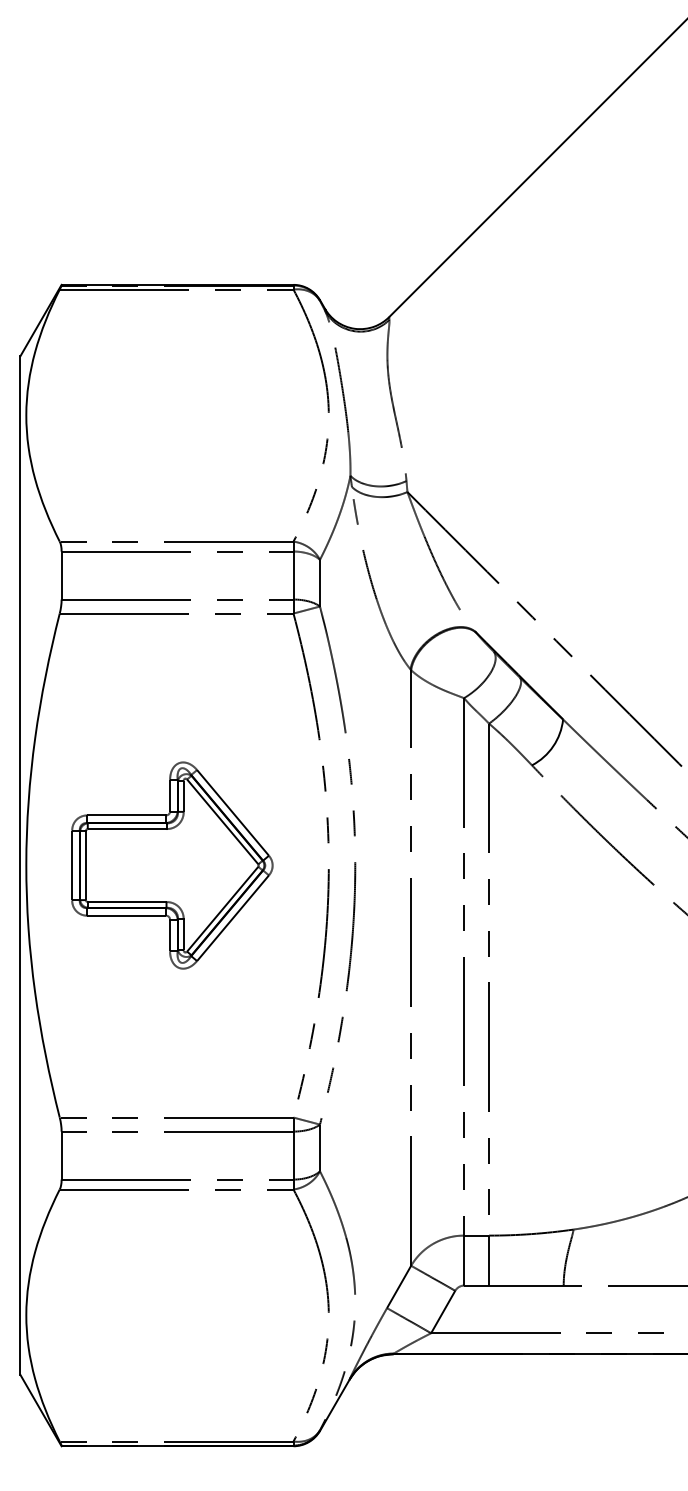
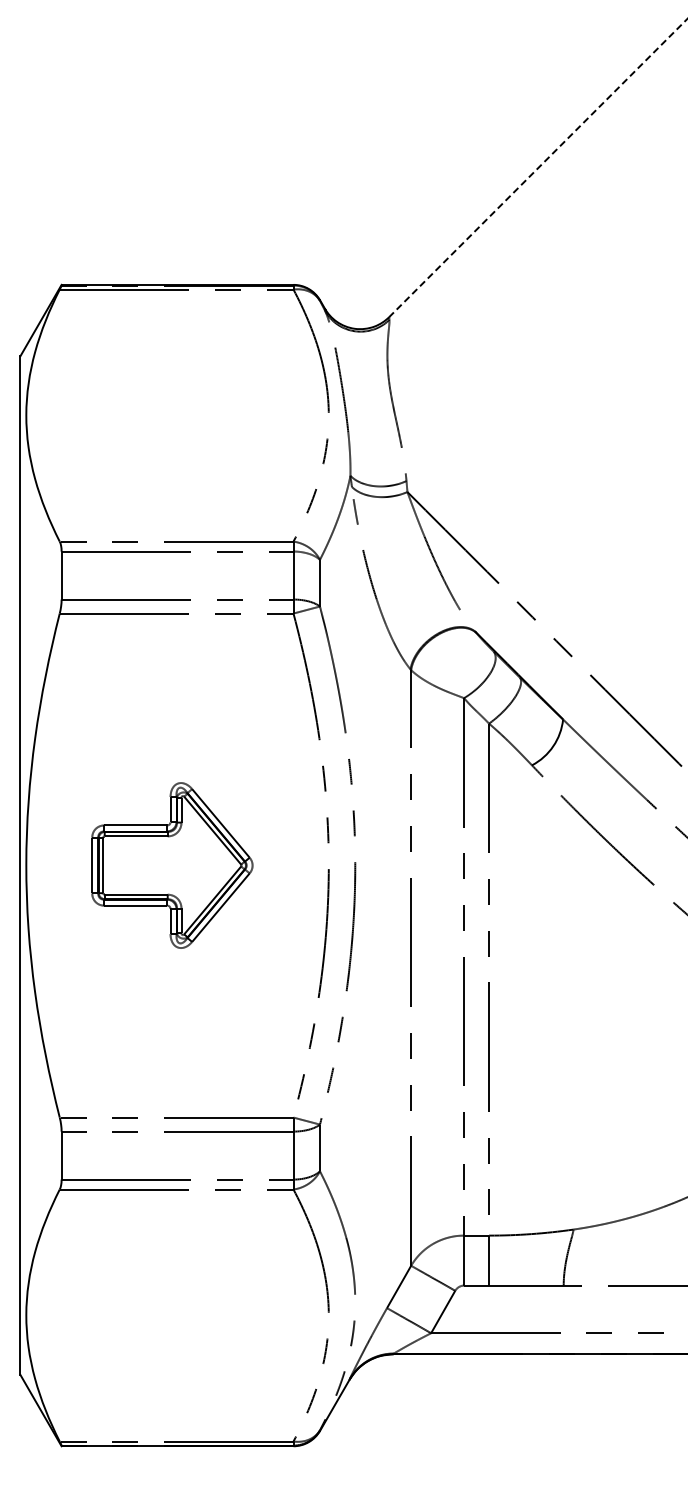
line at (538, 168): solid -> dashed
part at (172, 865) size: 203x209 px -> 163x167 px
